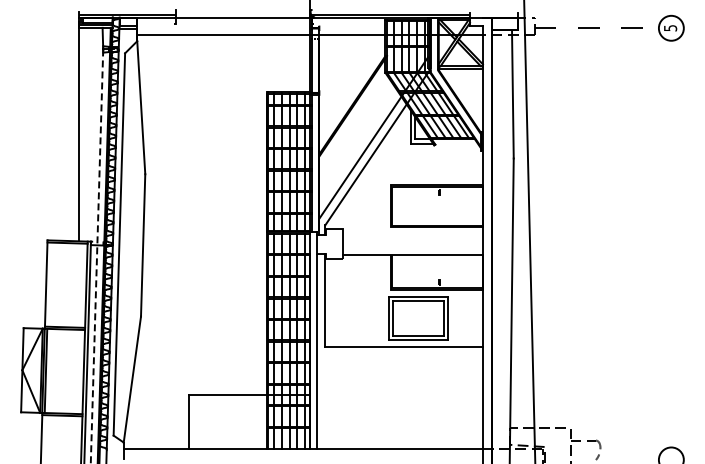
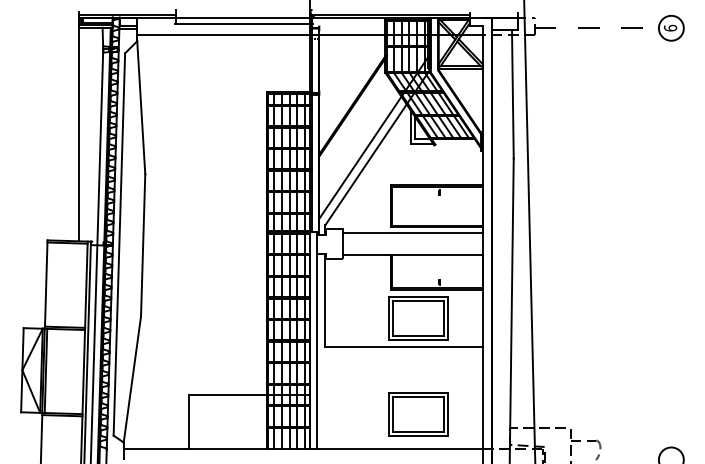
line at (243, 24): none -> present
text at (670, 27): 5 -> 6
line at (412, 233): none -> present
line at (97, 256): dashed -> solid
part at (418, 414): none -> present
